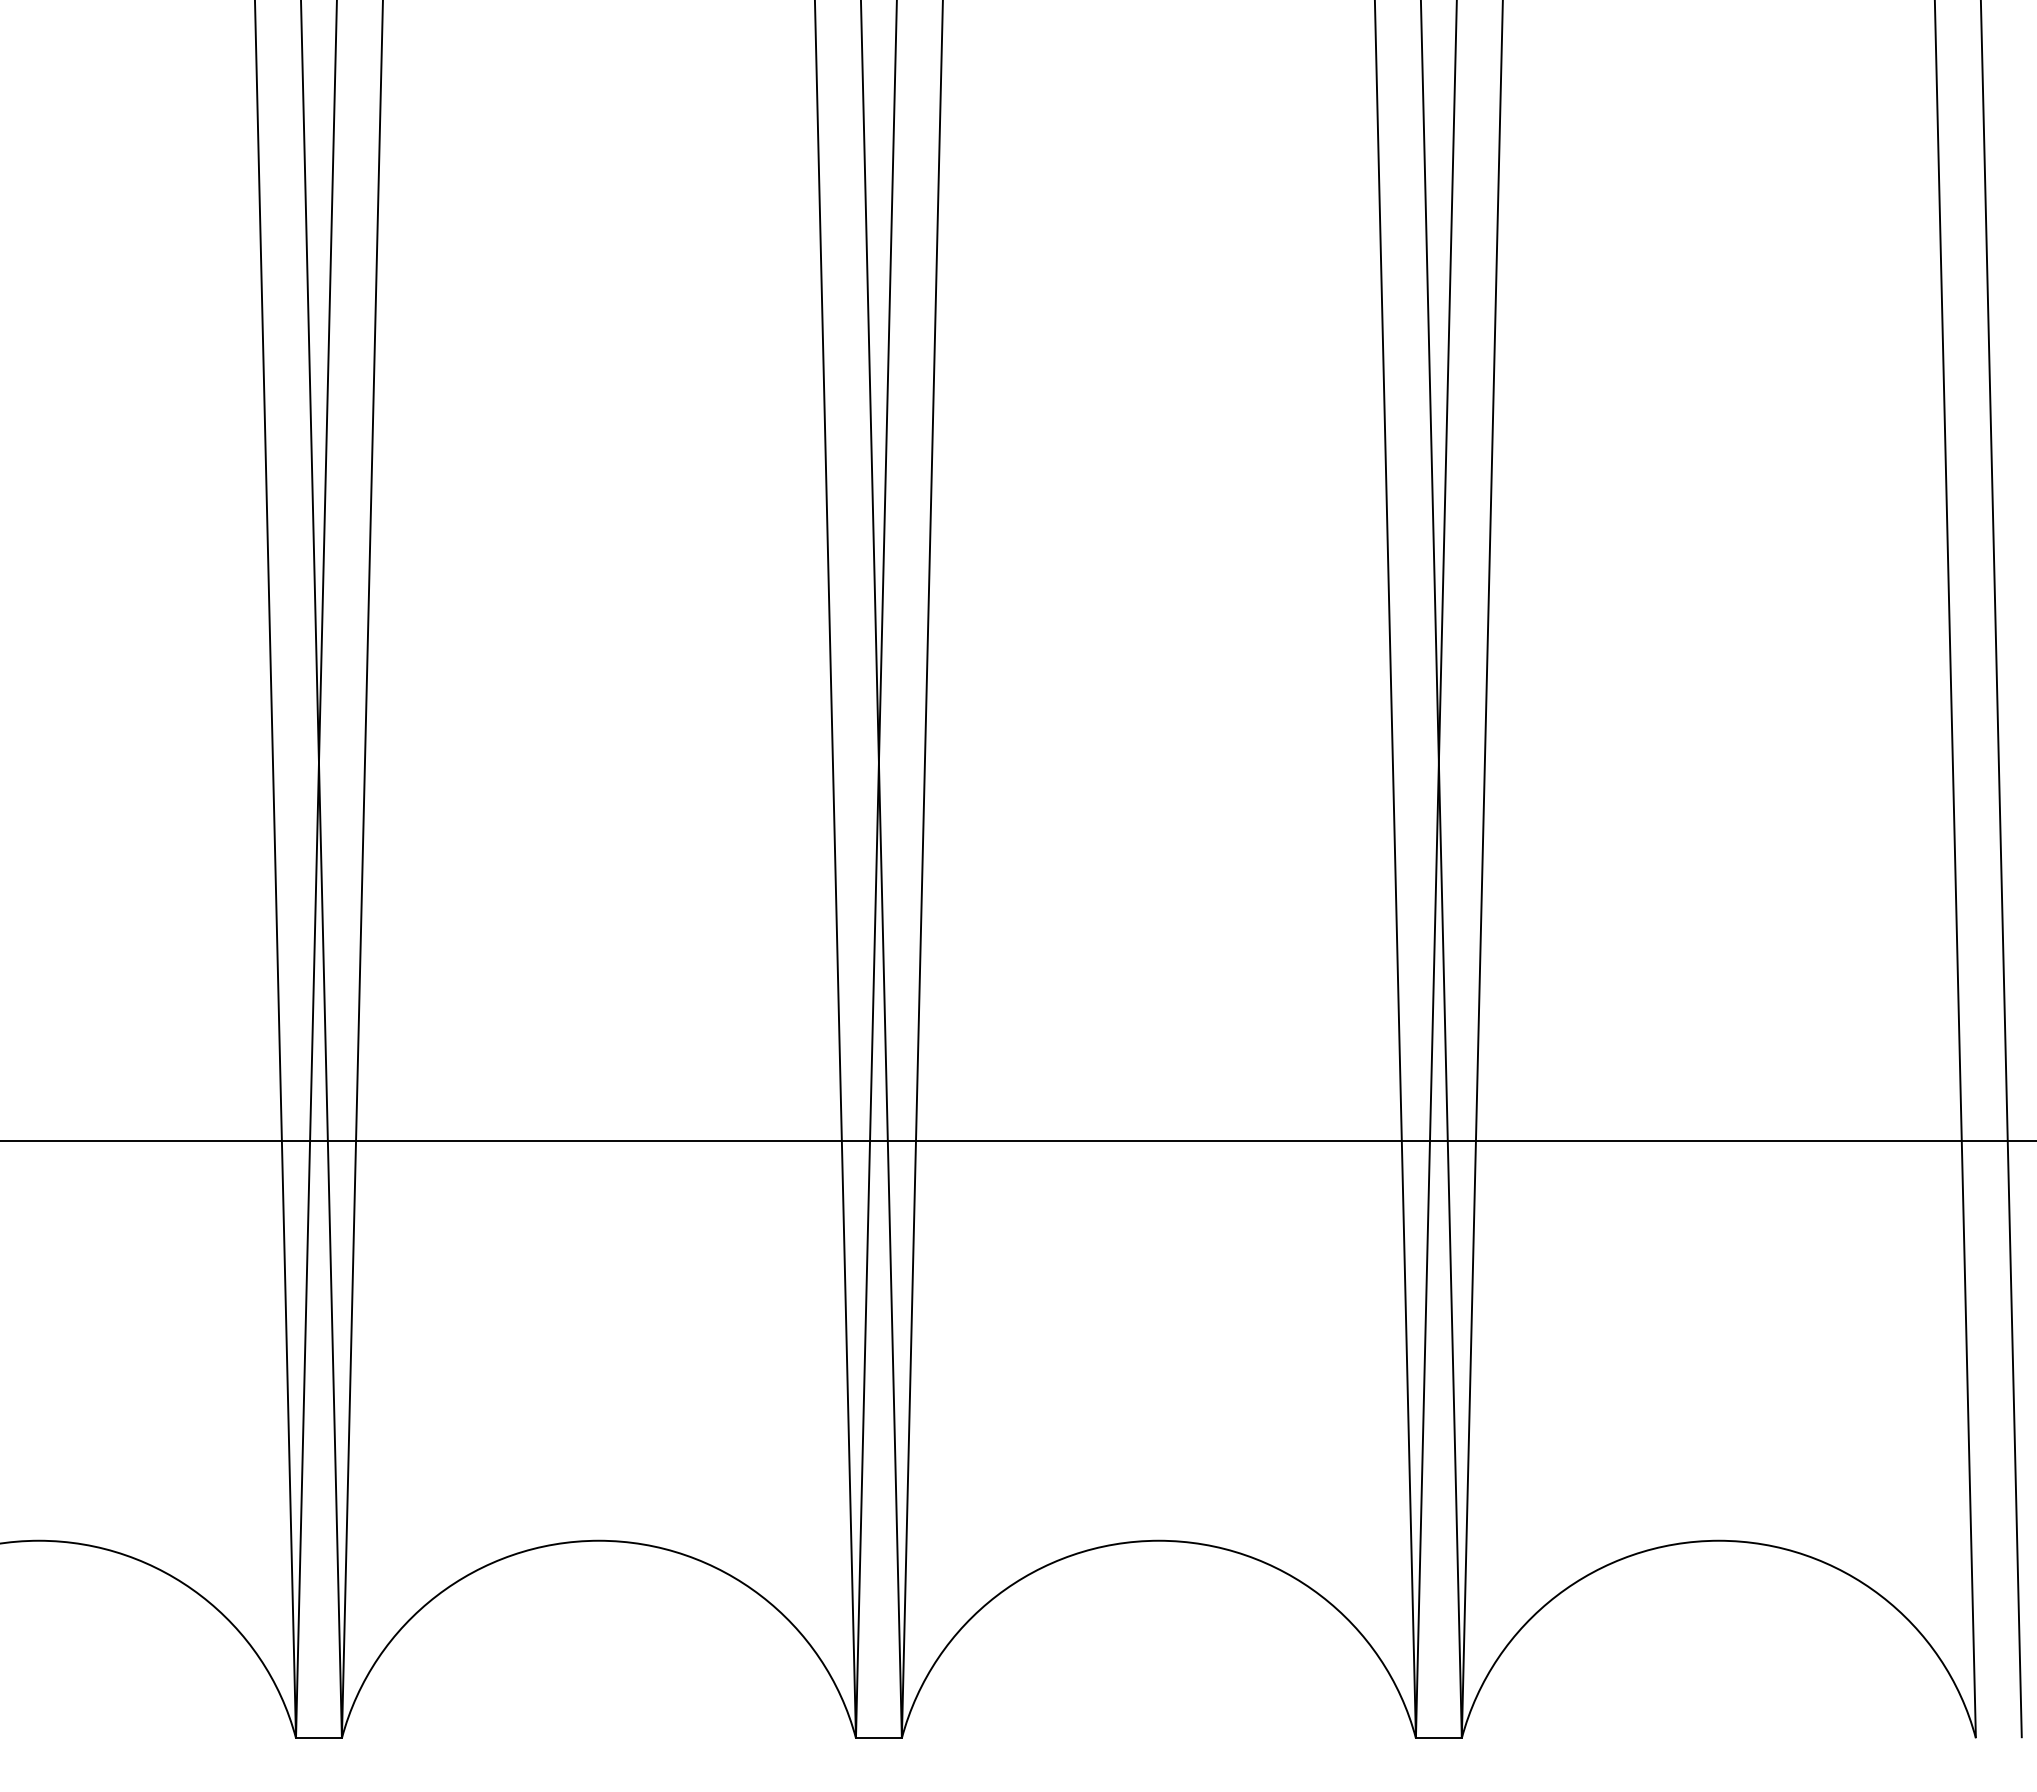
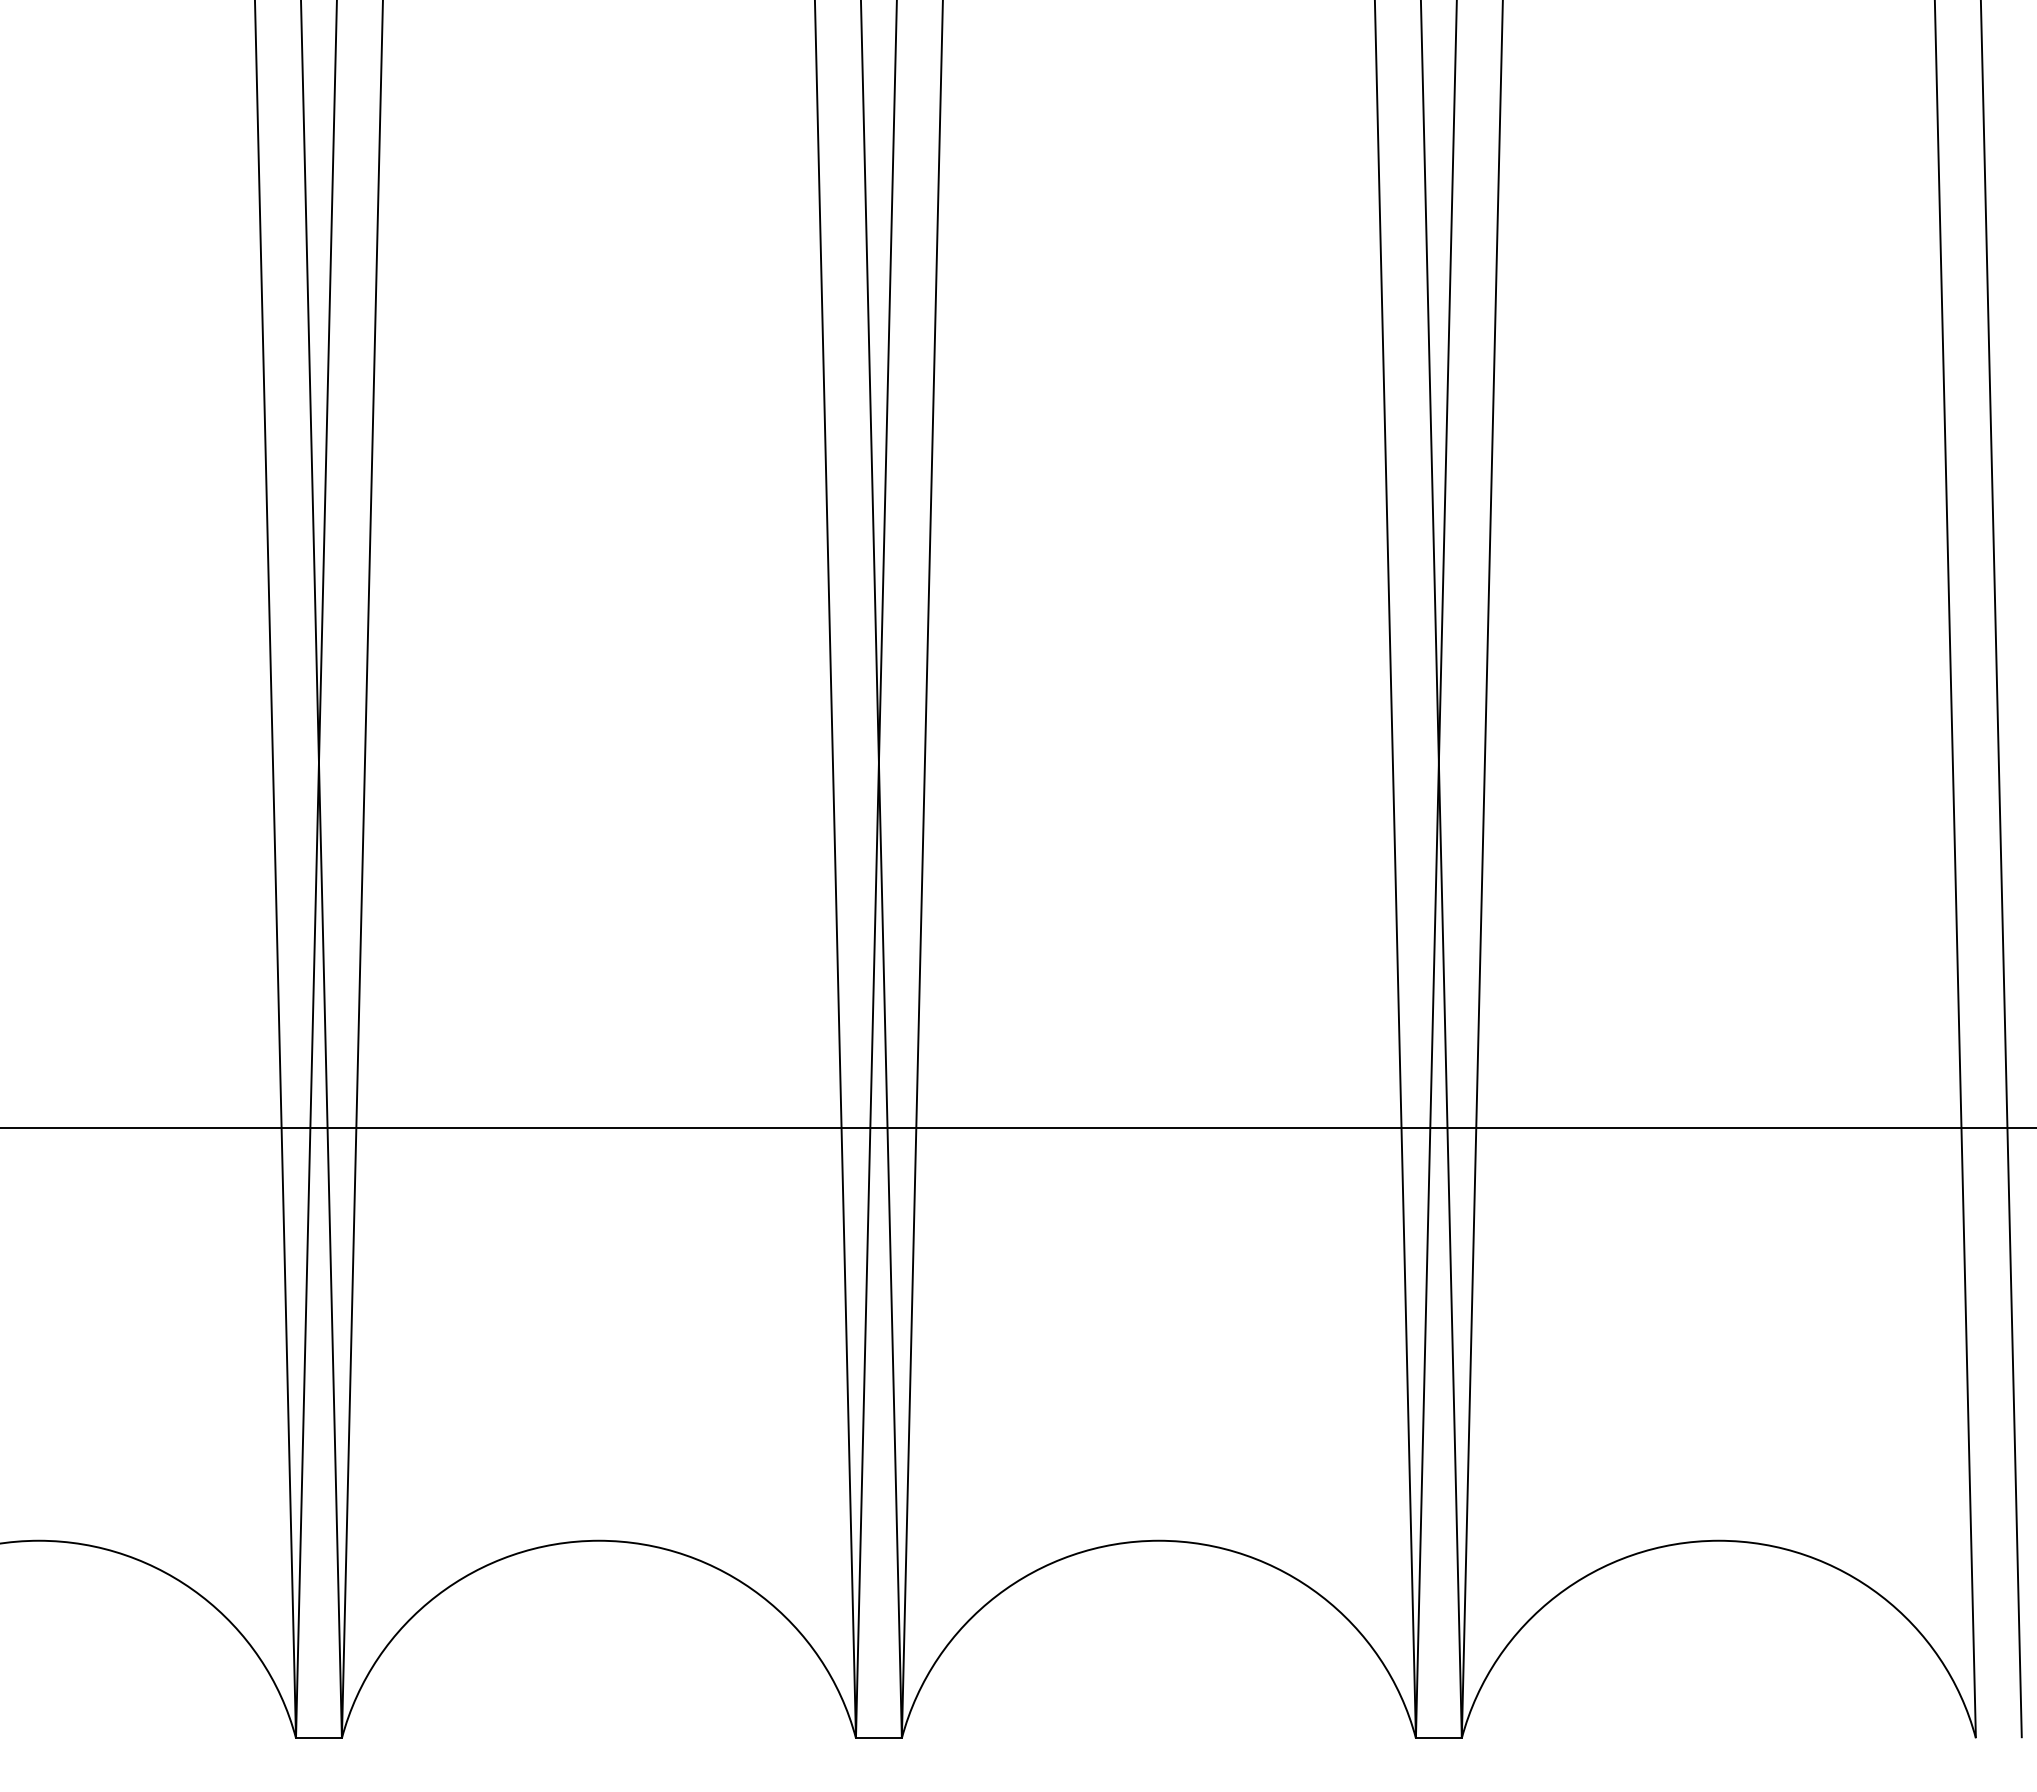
line at (1017, 1141) position: (1017, 1141) -> (1017, 1128)
